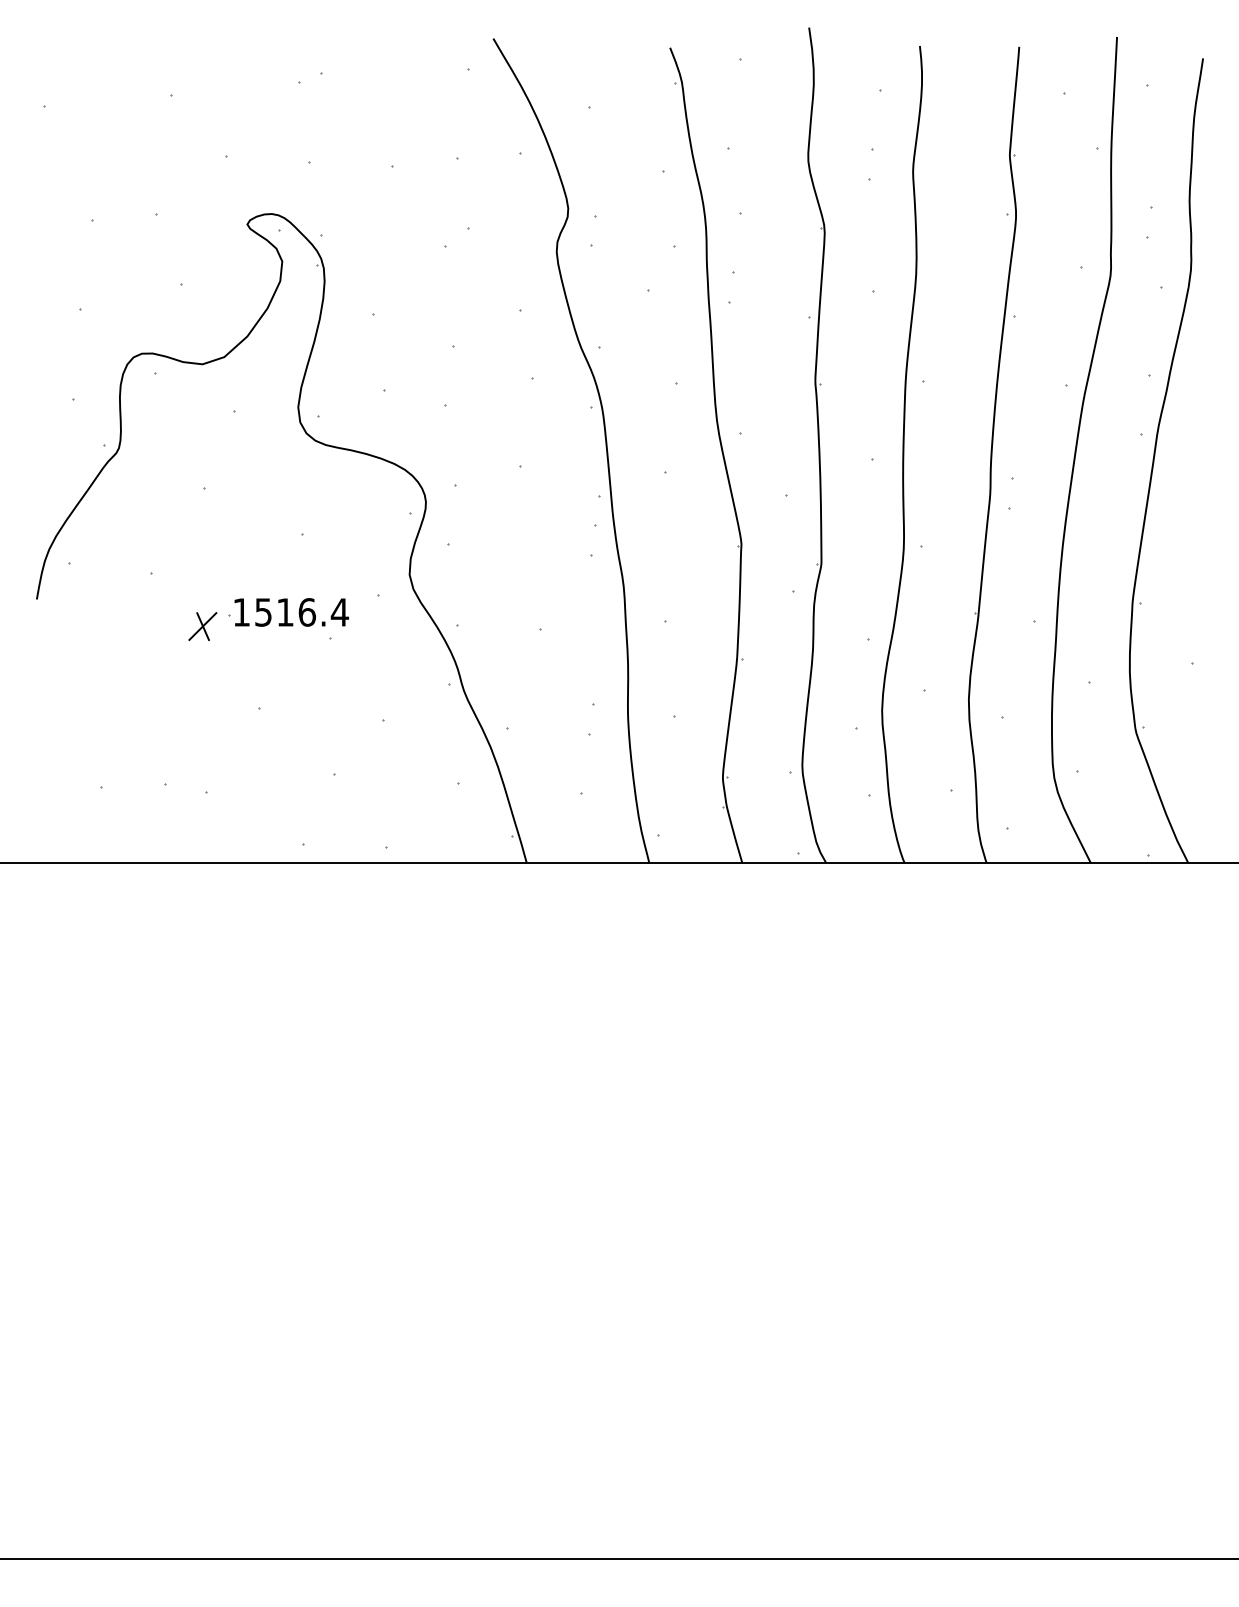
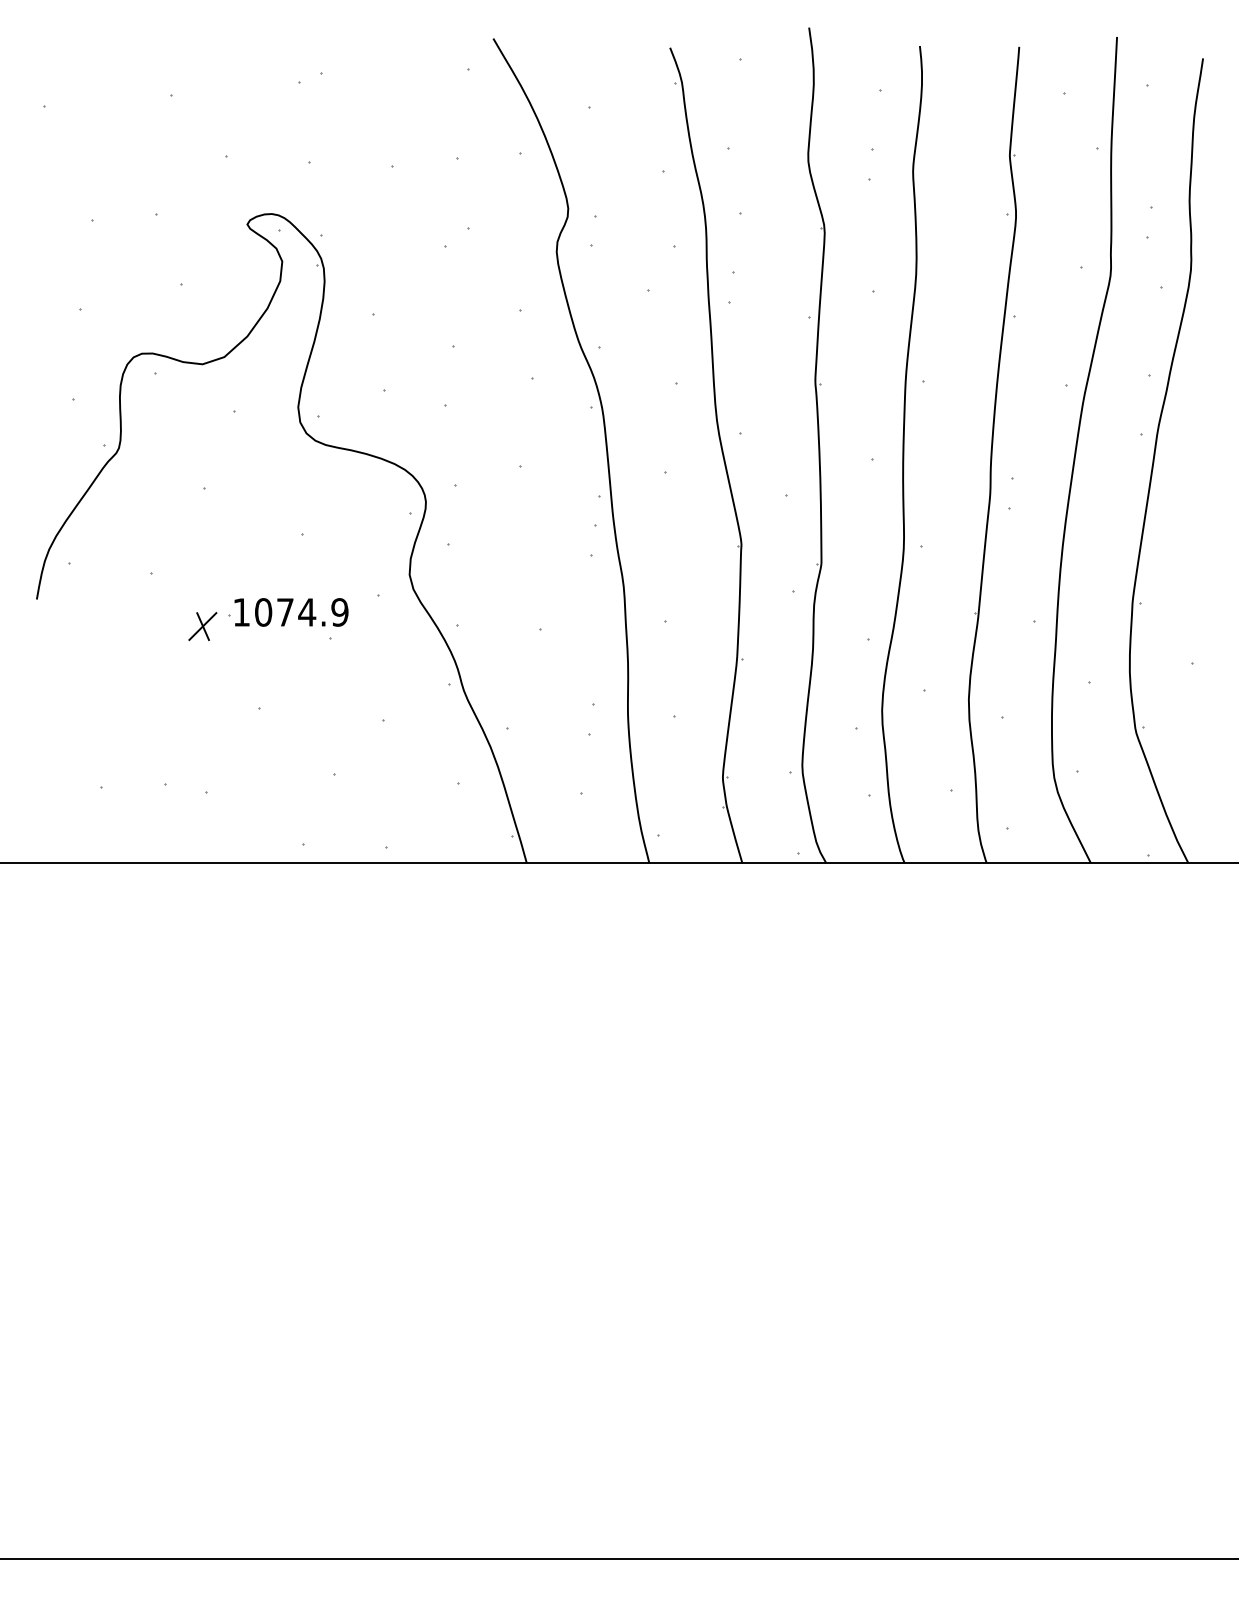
text at (301, 612): 1516.4 -> 1074.9
